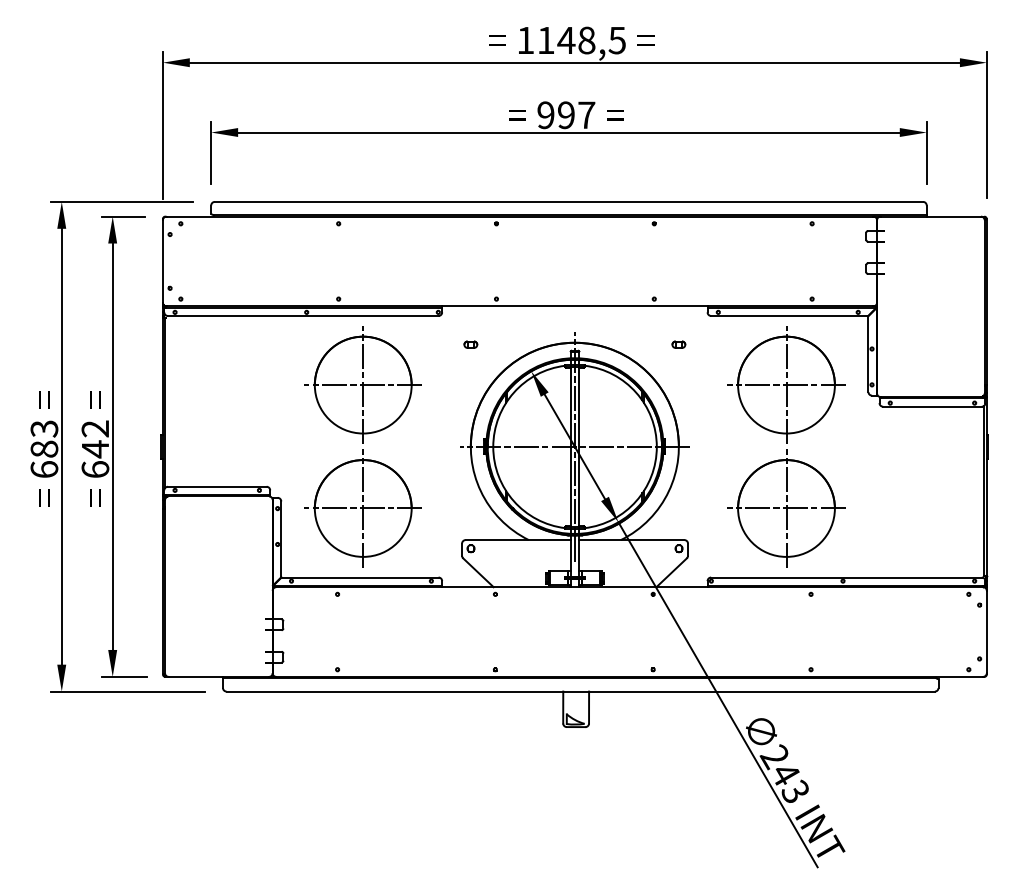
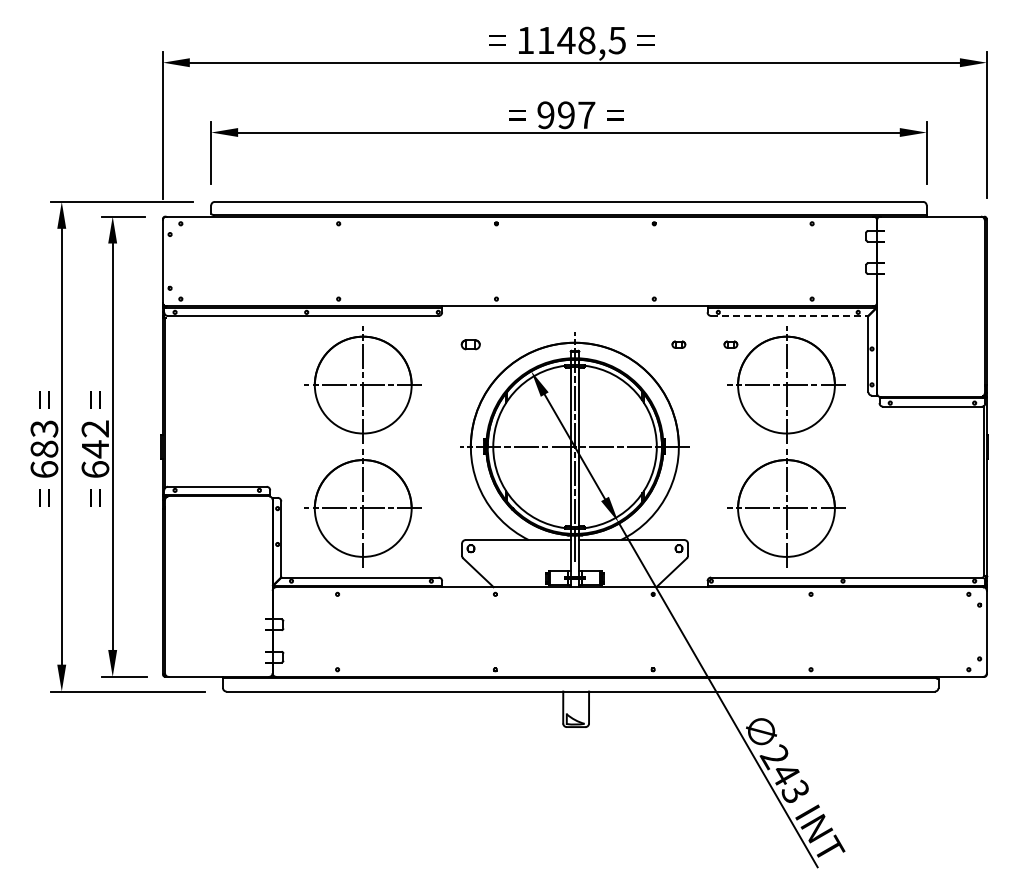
line at (789, 315): solid -> dashed
part at (470, 344) size: 16x9 px -> 21x12 px
part at (730, 344): none -> present
